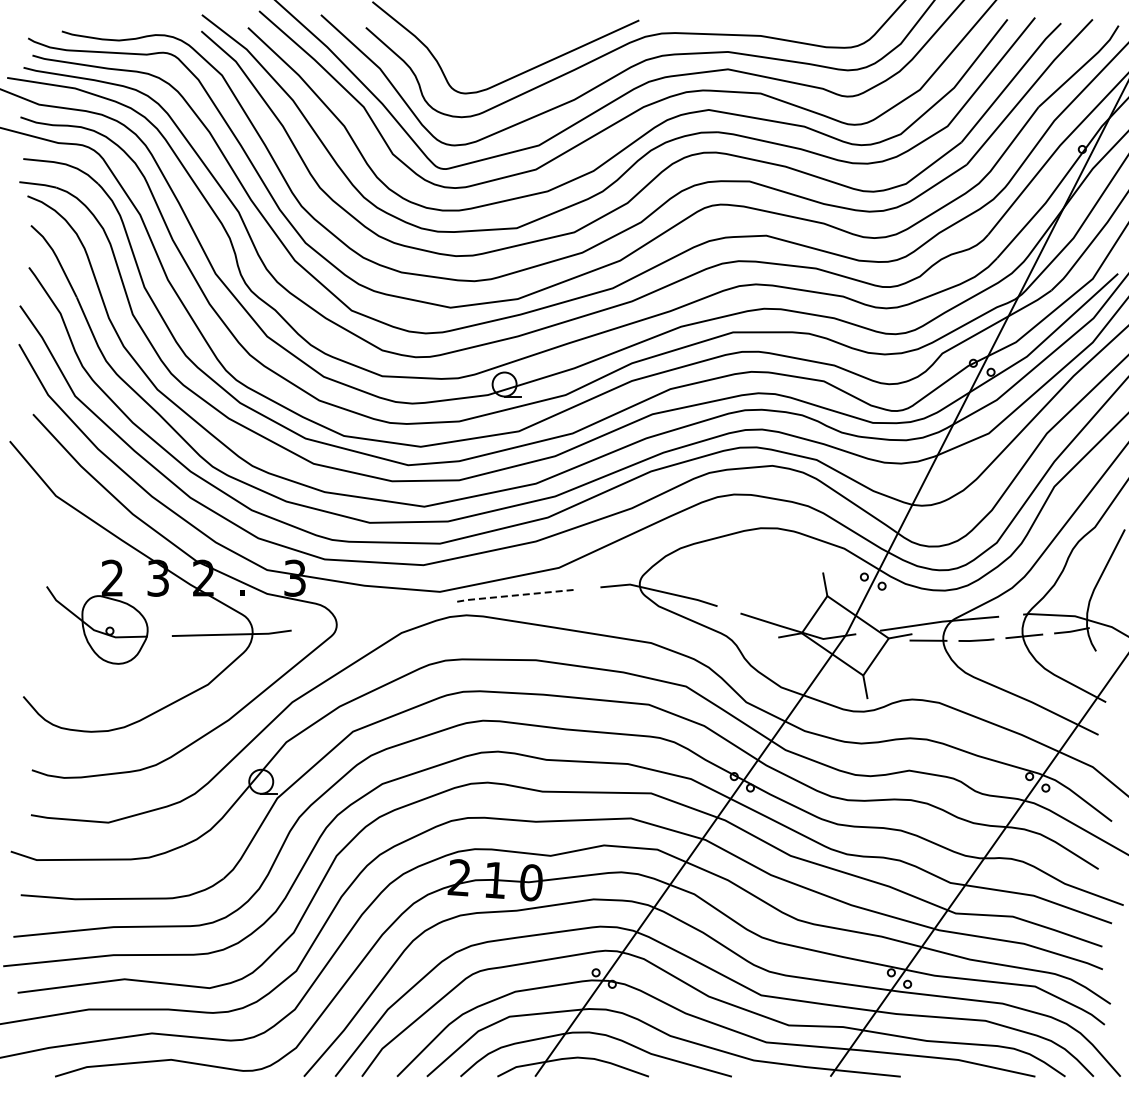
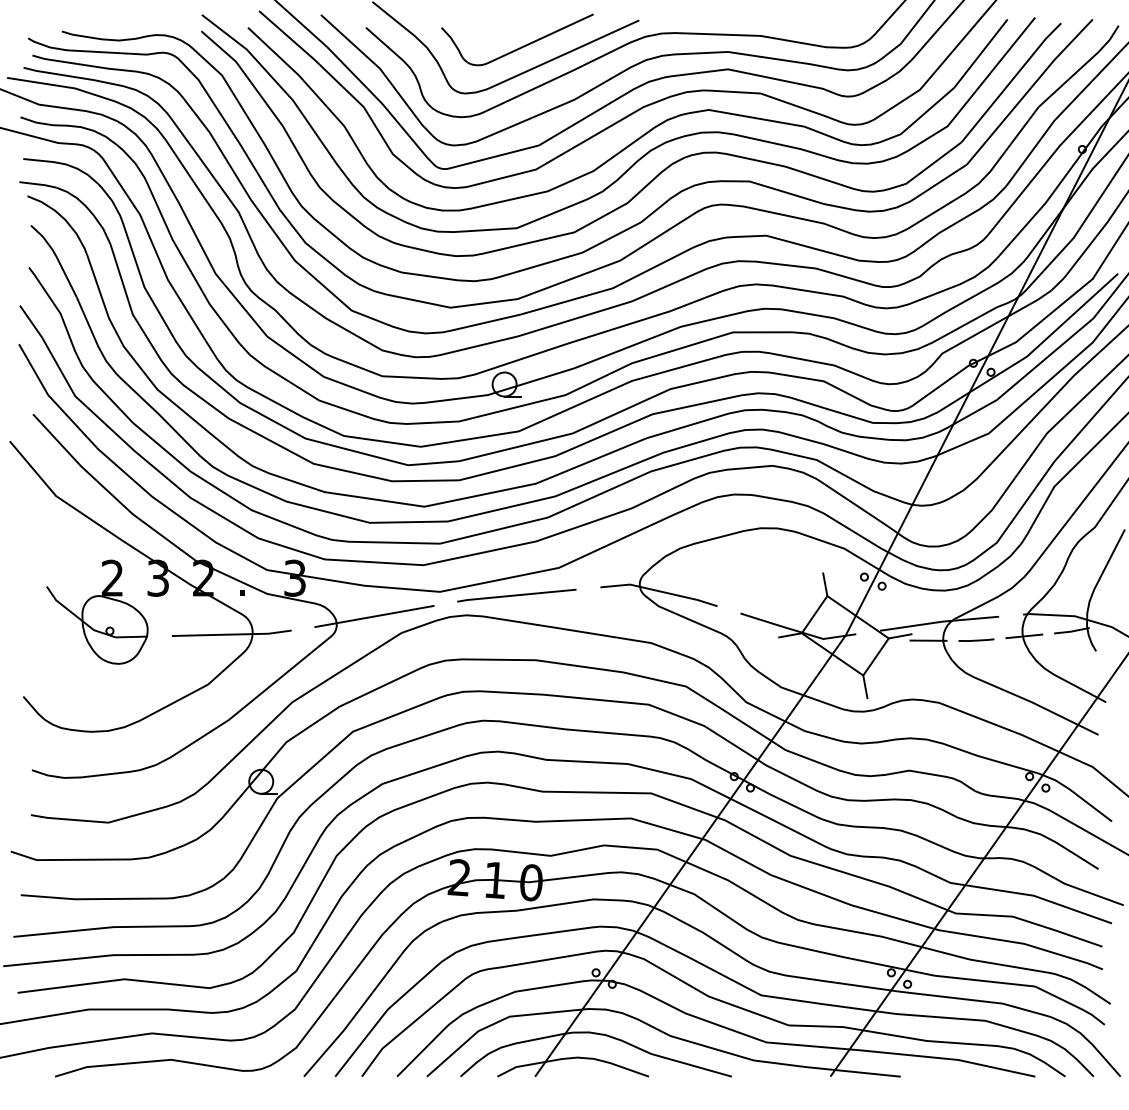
part at (521, 46): none -> present
line at (515, 595): dashed -> solid
line at (374, 616): none -> present
